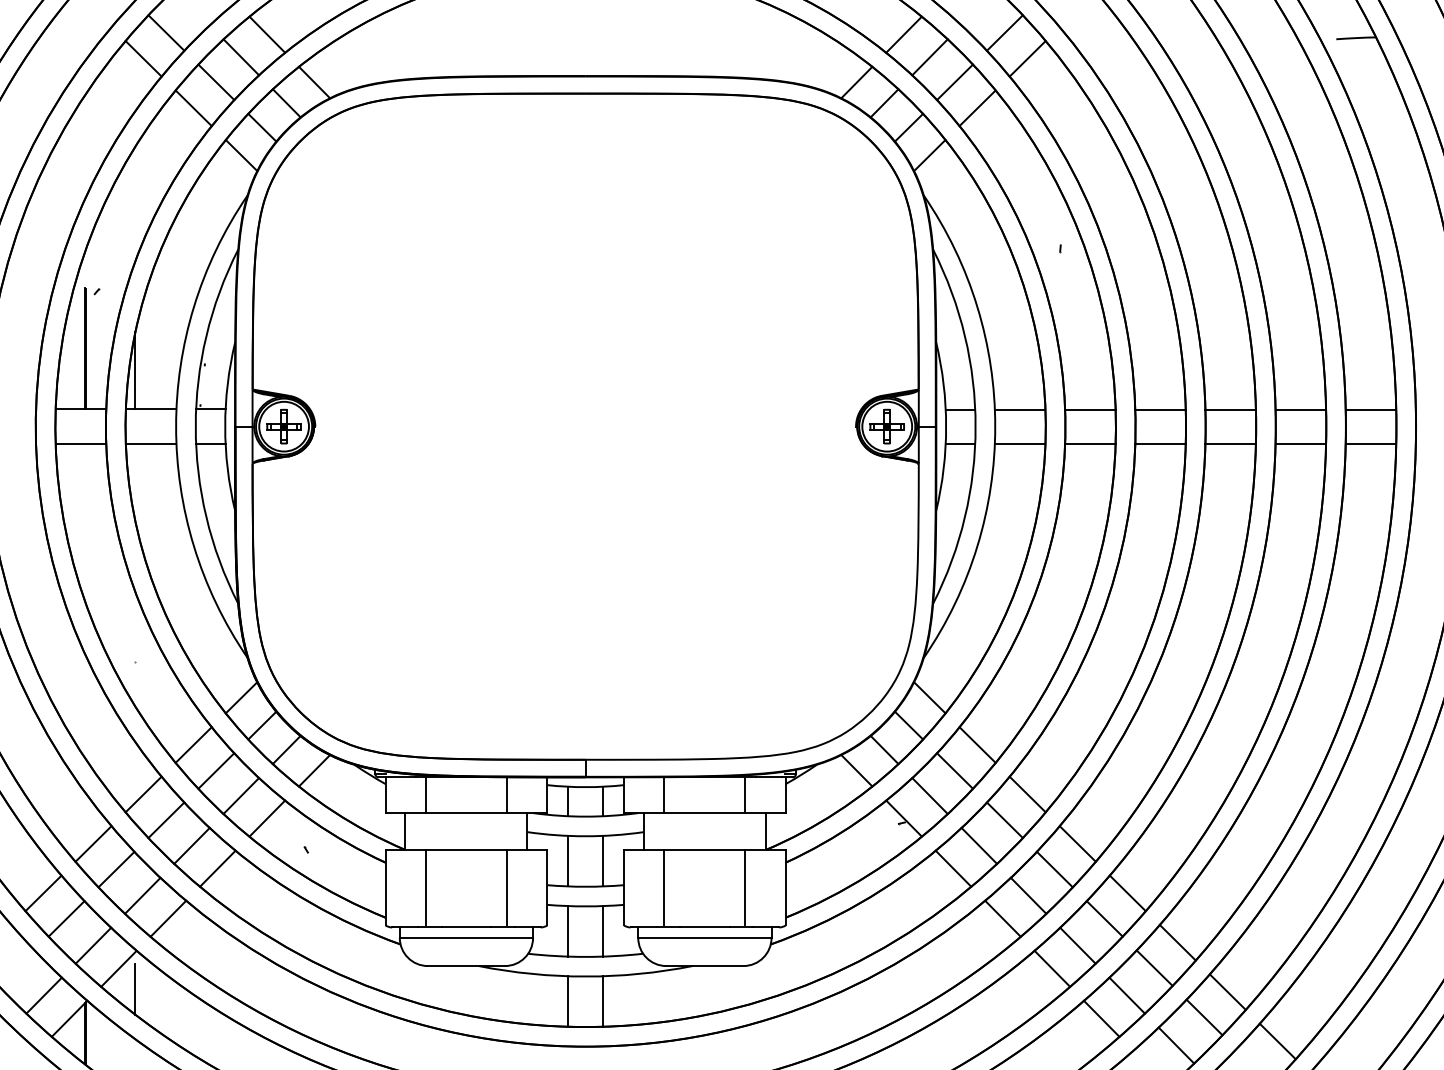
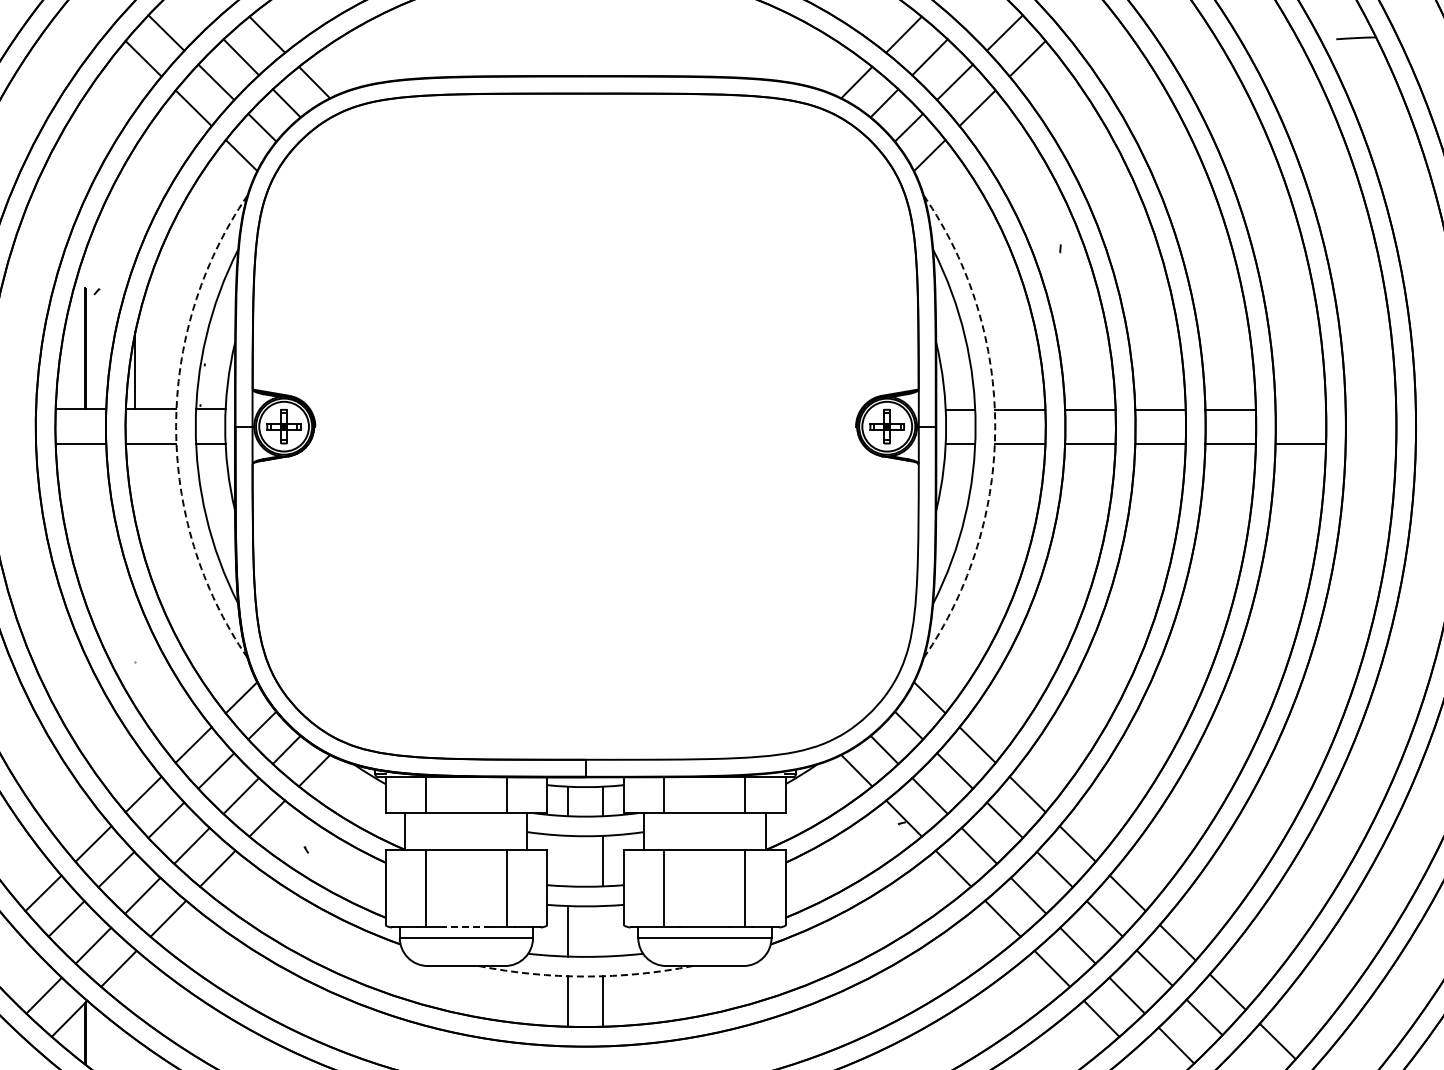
line at (1300, 409): present -> none
line at (1370, 409): present -> none
arc at (176, 426): solid -> dashed
arc at (995, 426): solid -> dashed
line at (1370, 443): present -> none
line at (568, 860): present -> none
line at (466, 927): solid -> dashed
line at (602, 931): present -> none
arc at (585, 976): solid -> dashed
line at (135, 989): present -> none
